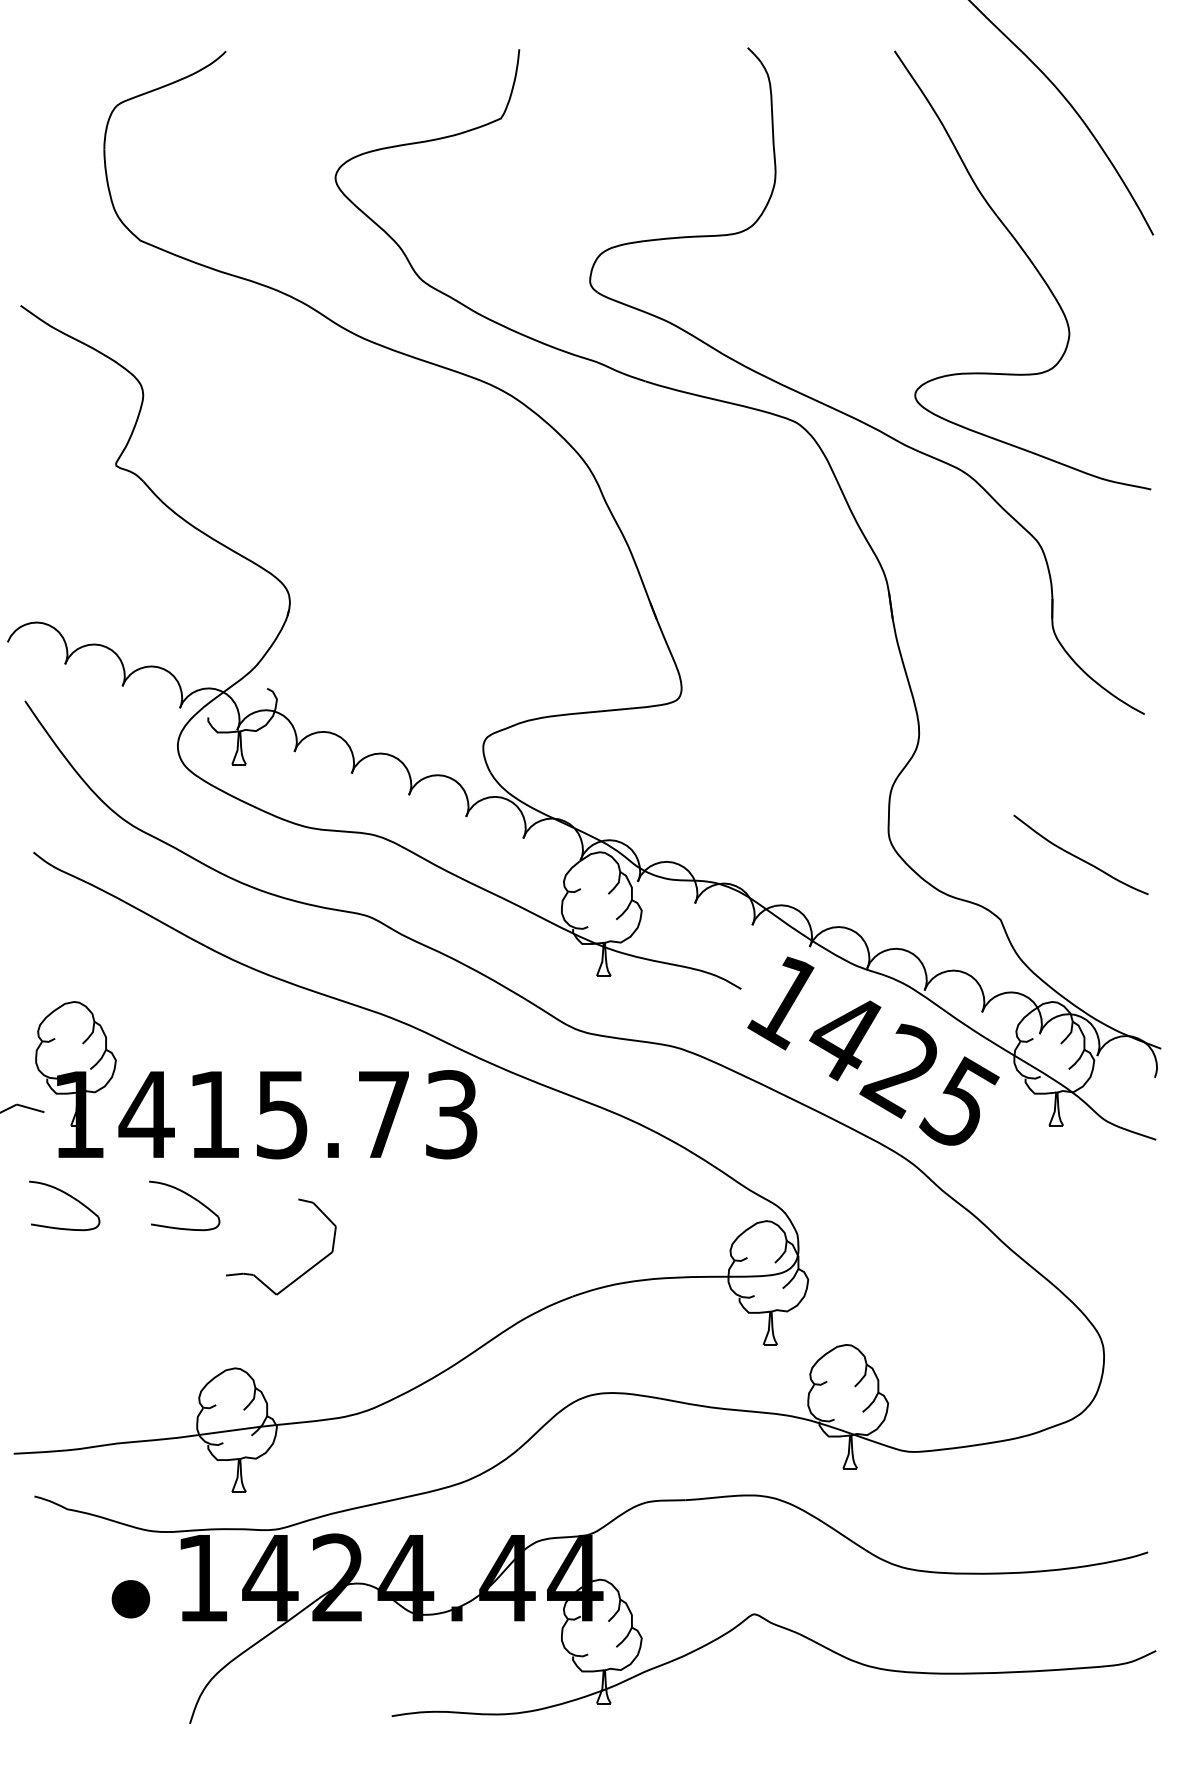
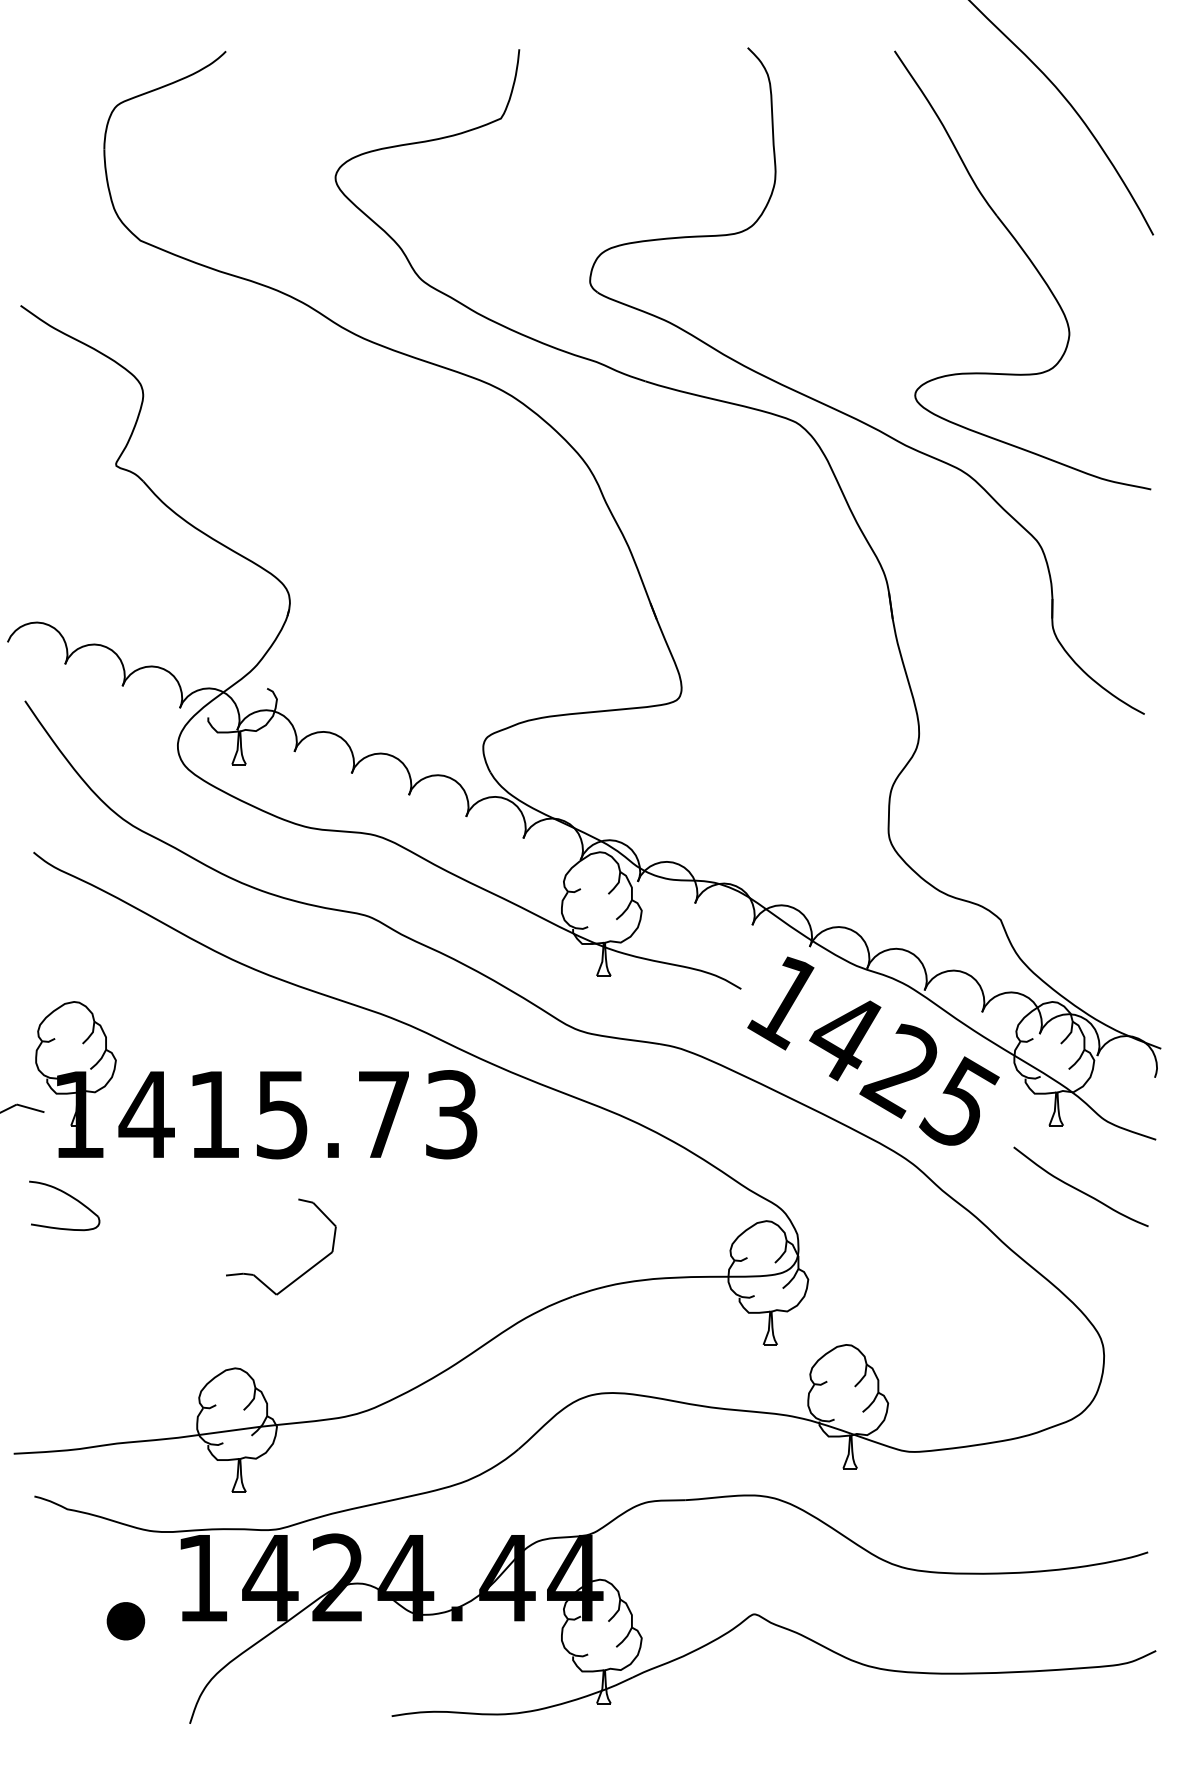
curve at (1079, 857) position: (1079, 857) -> (1079, 1189)
part at (190, 1197): present -> none
part at (130, 1599) position: (130, 1599) -> (125, 1621)
